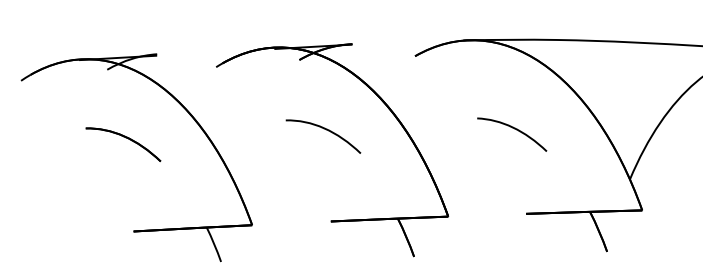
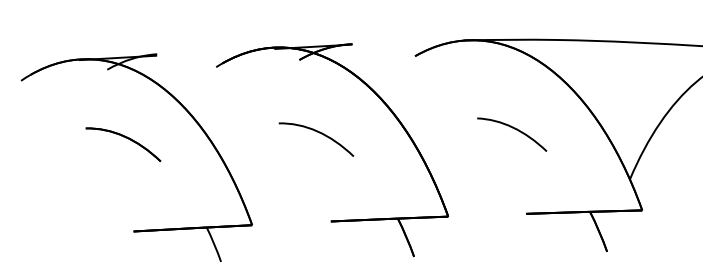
part at (326, 130) position: (326, 130) -> (319, 133)
